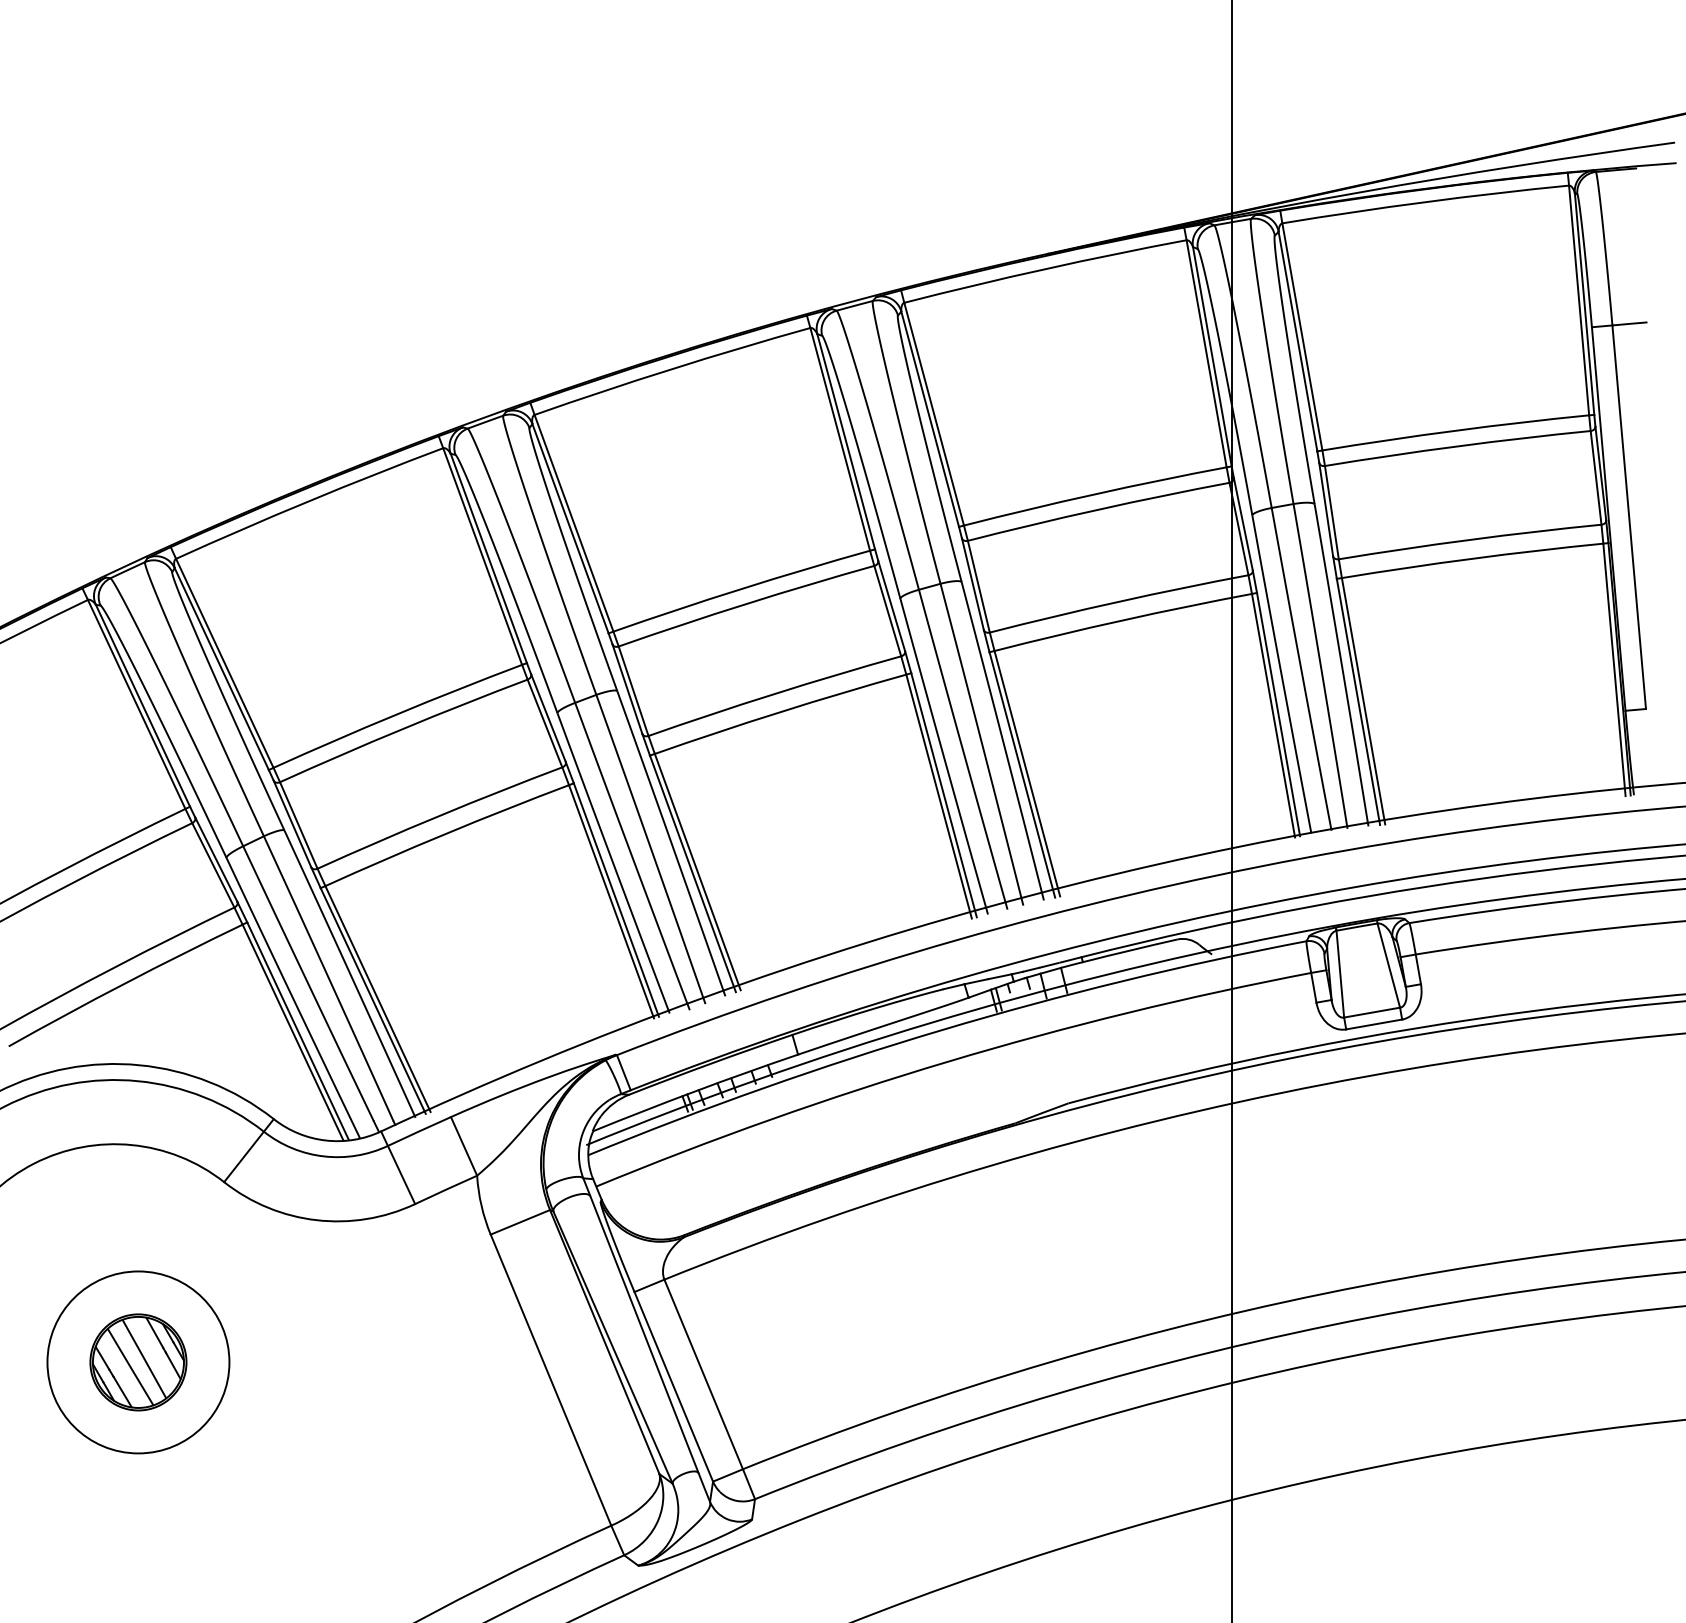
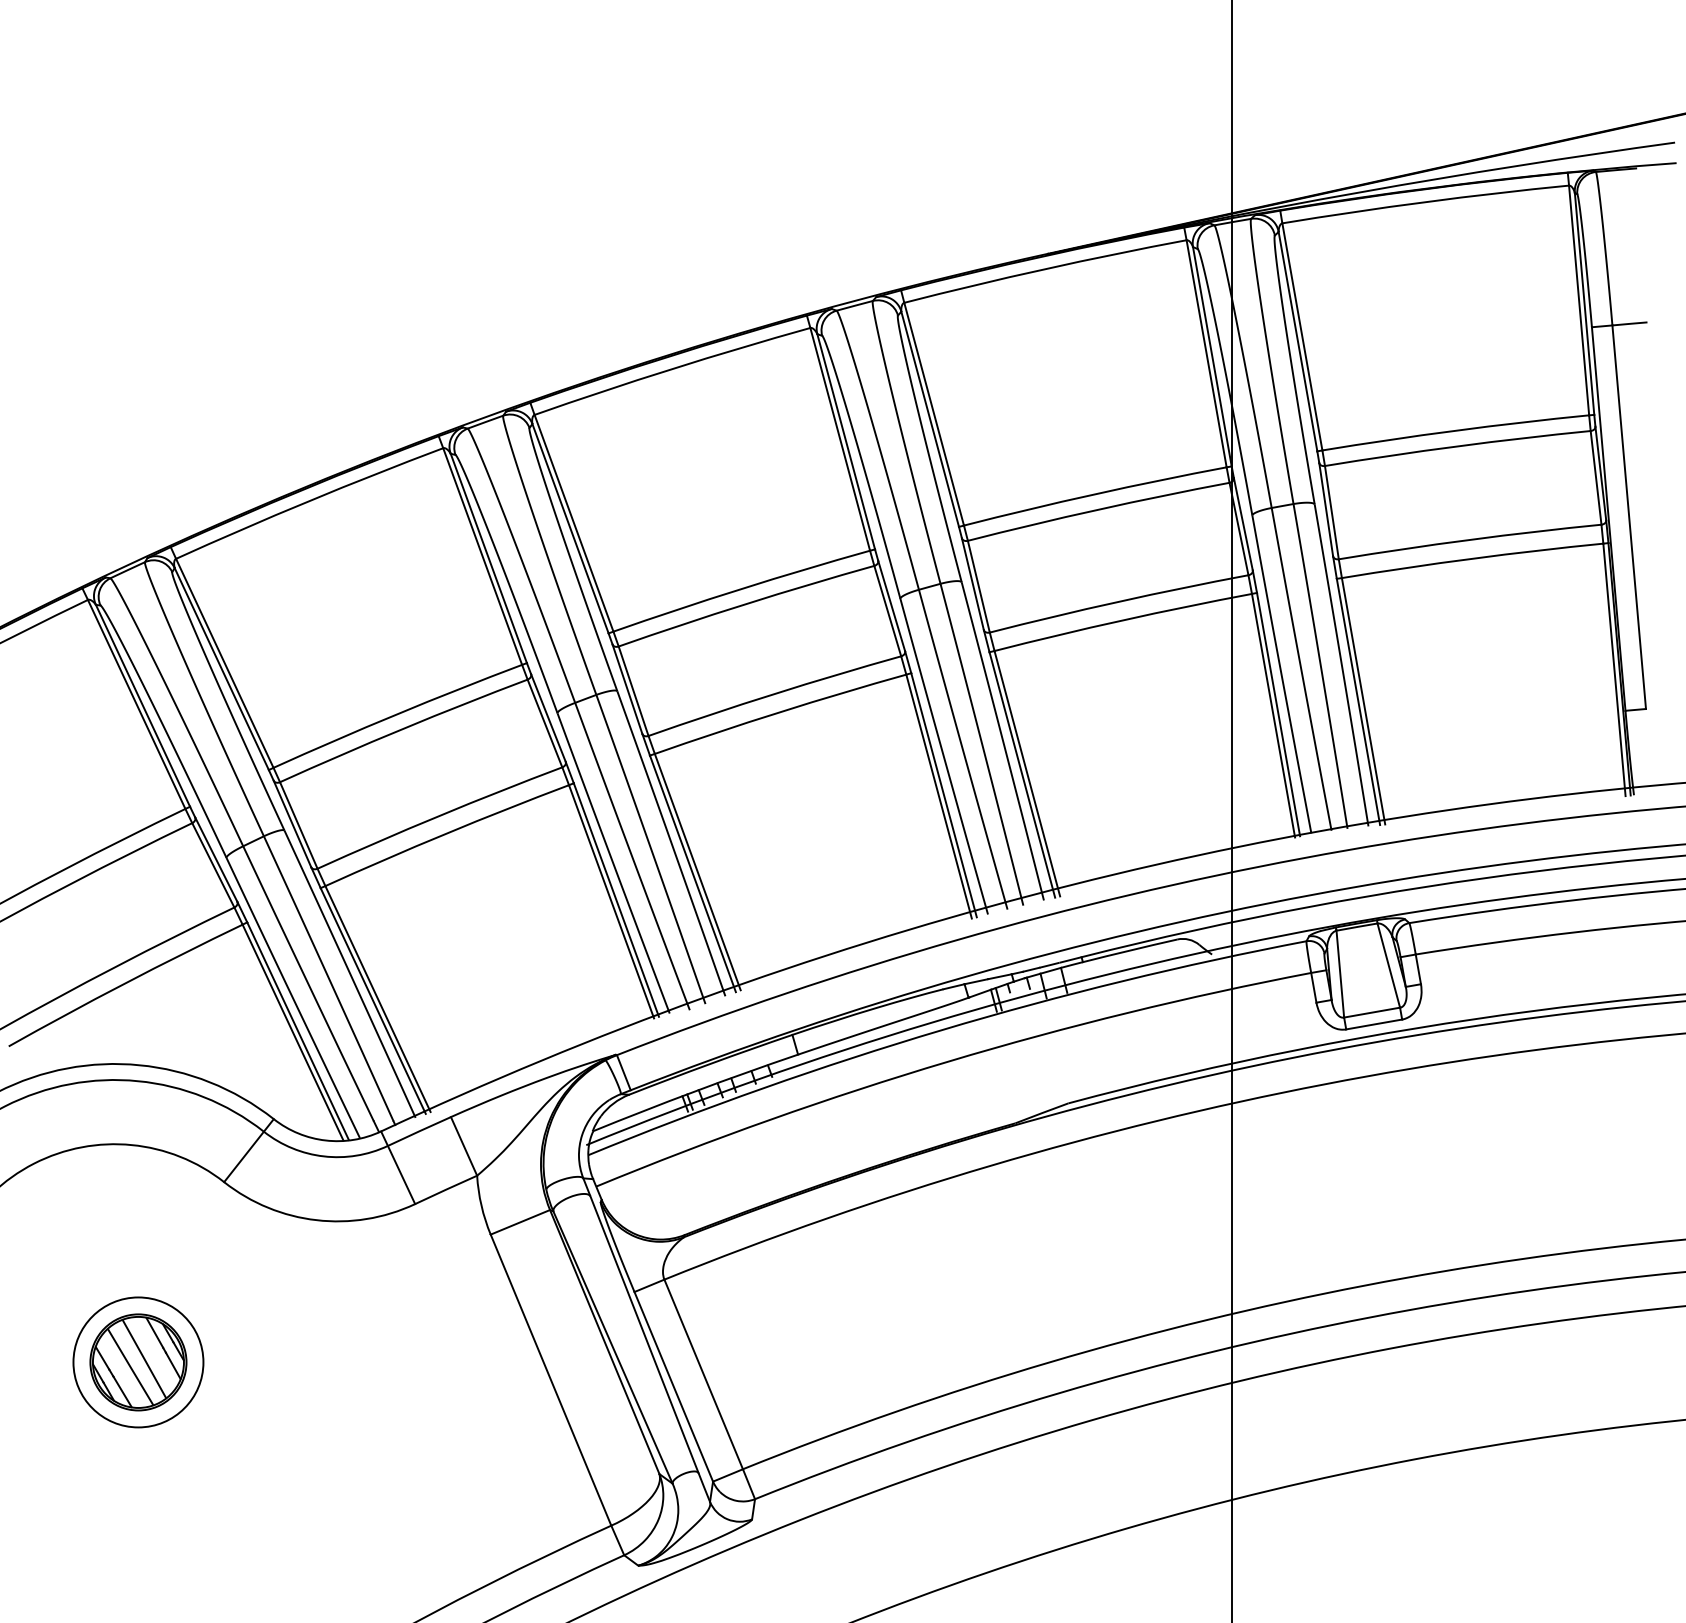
circle at (138, 1362) diameter: 182 px -> 130 px
